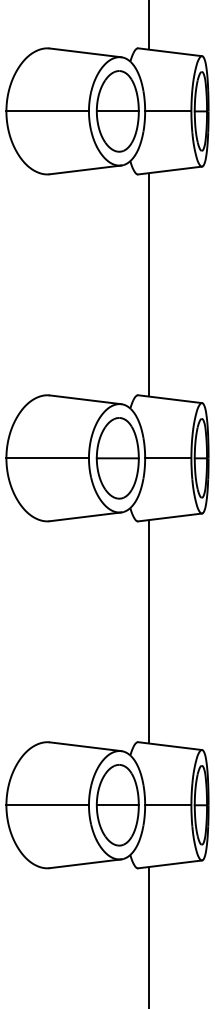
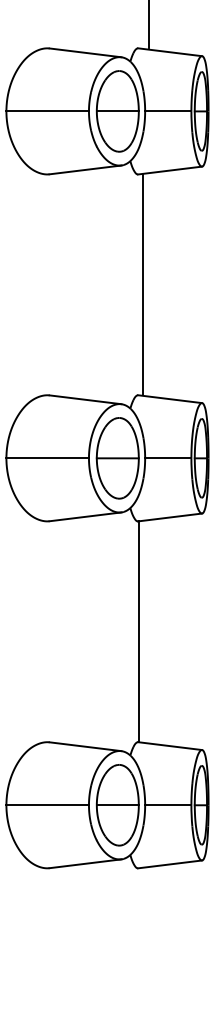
line at (148, 284) position: (148, 284) -> (142, 284)
line at (148, 631) position: (148, 631) -> (138, 631)
line at (148, 936): present -> none
